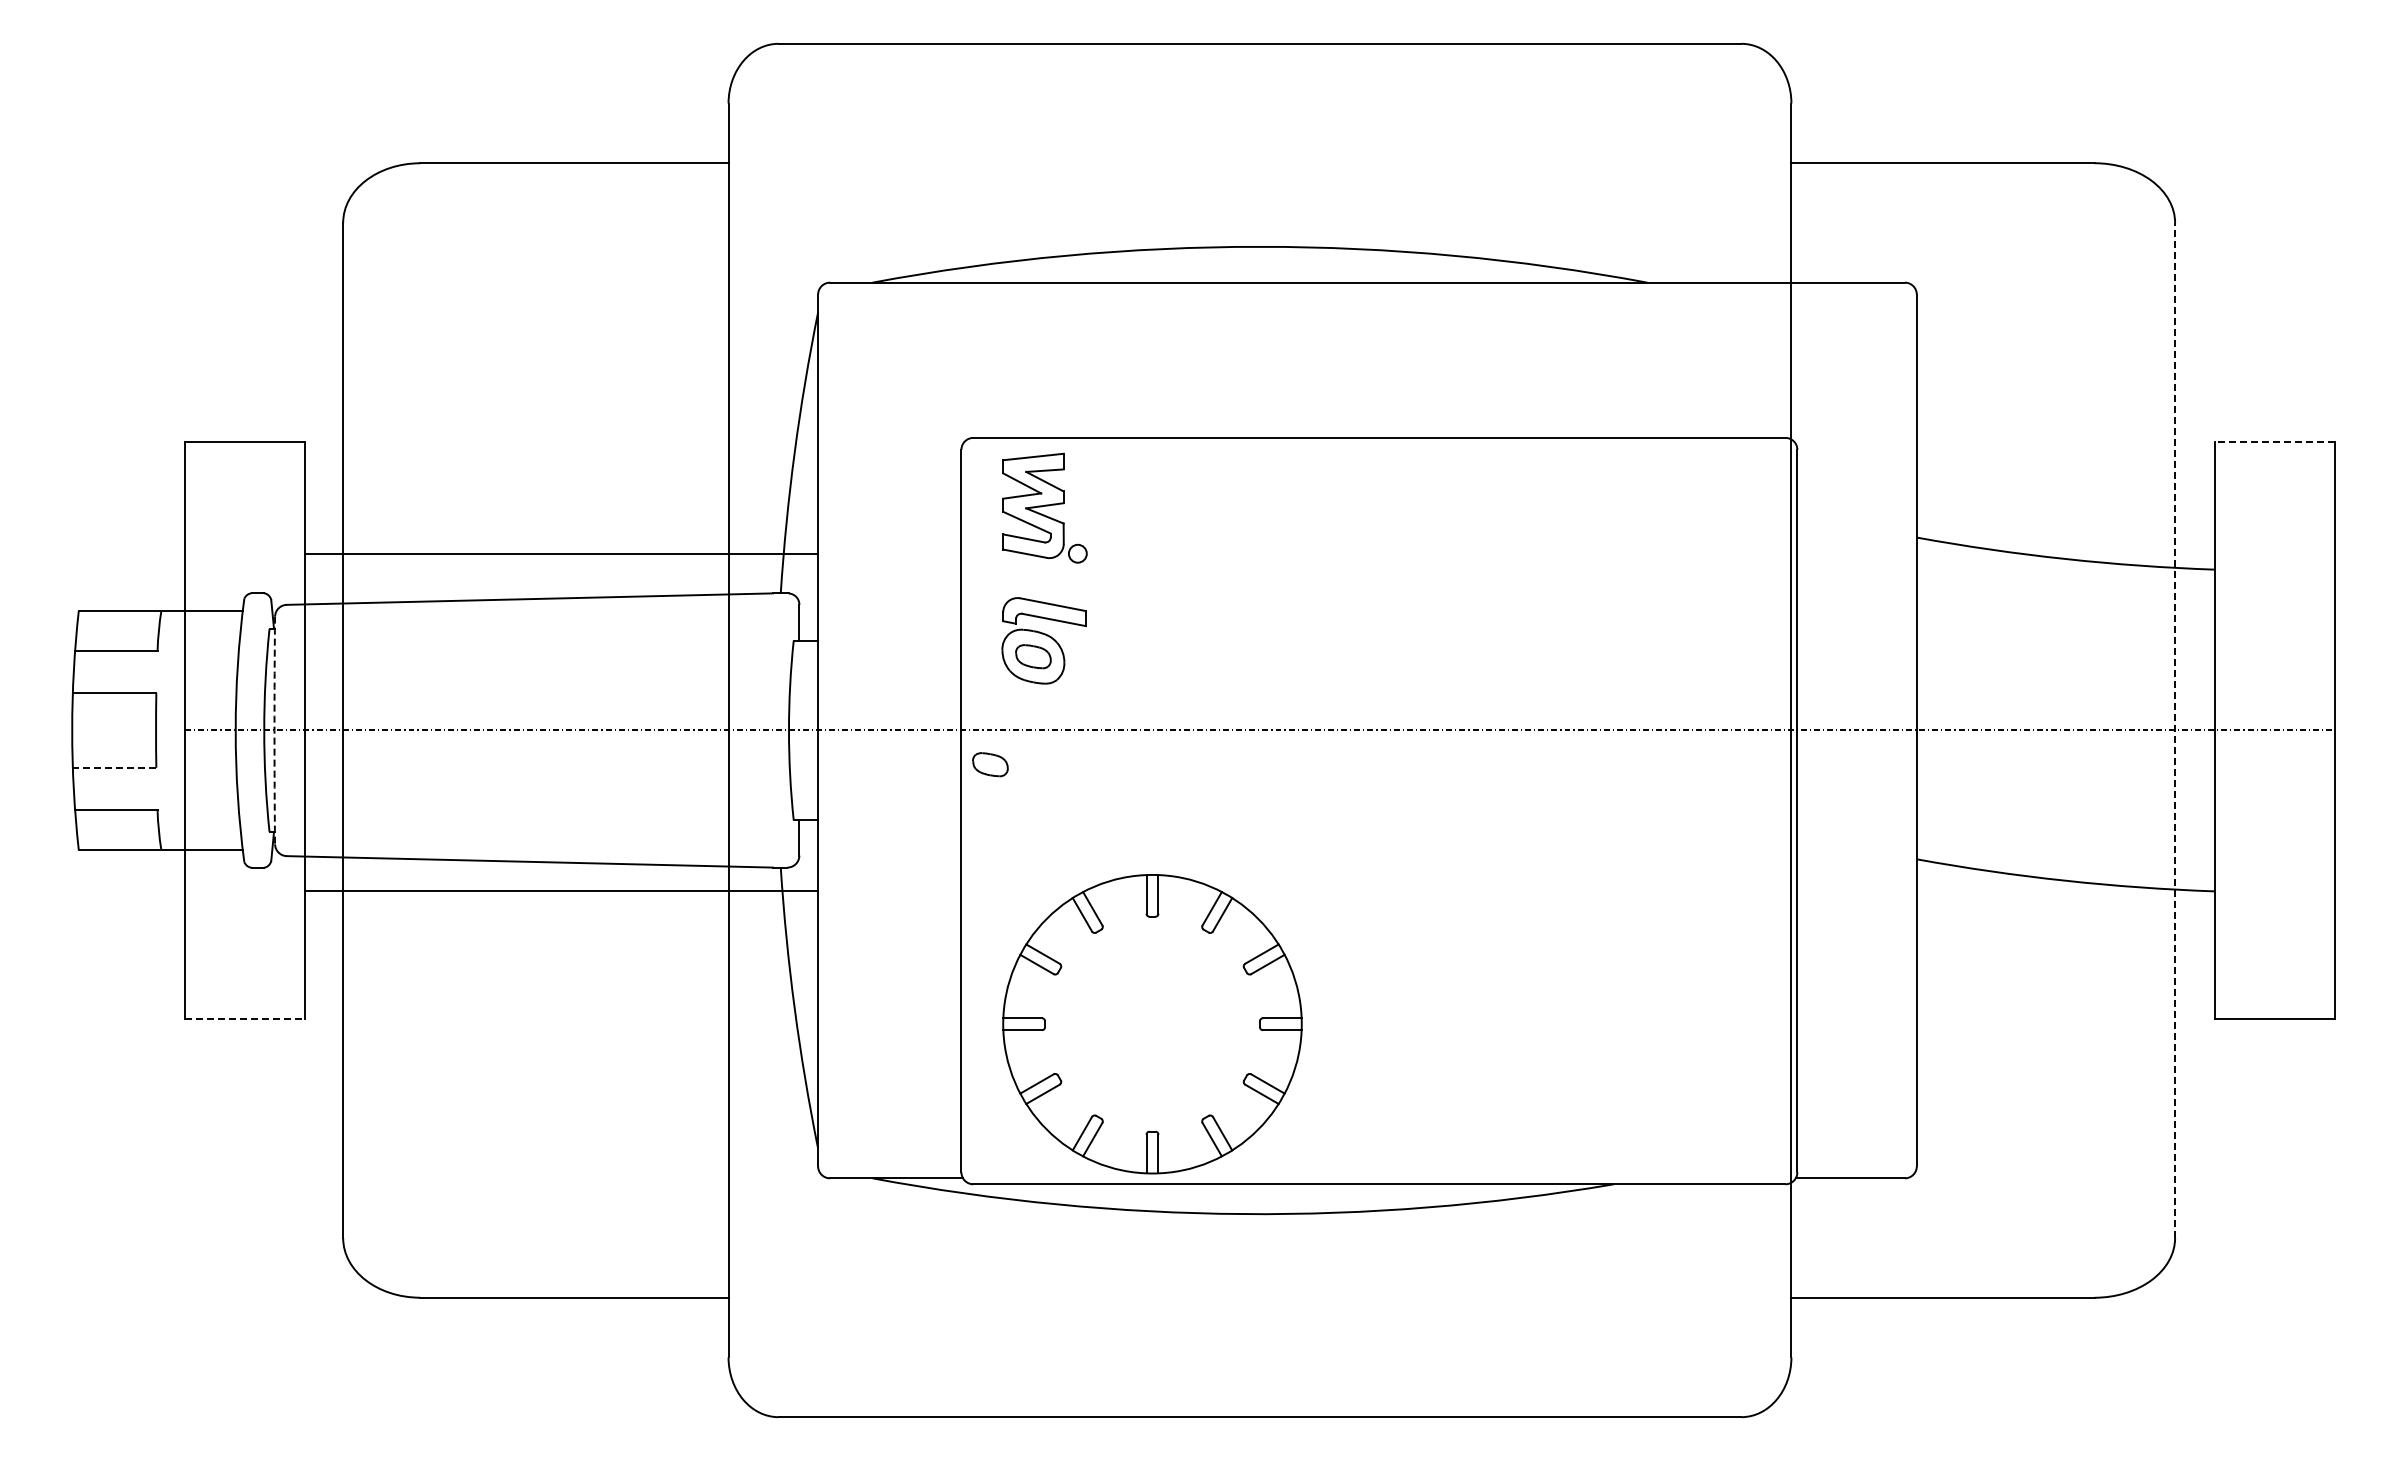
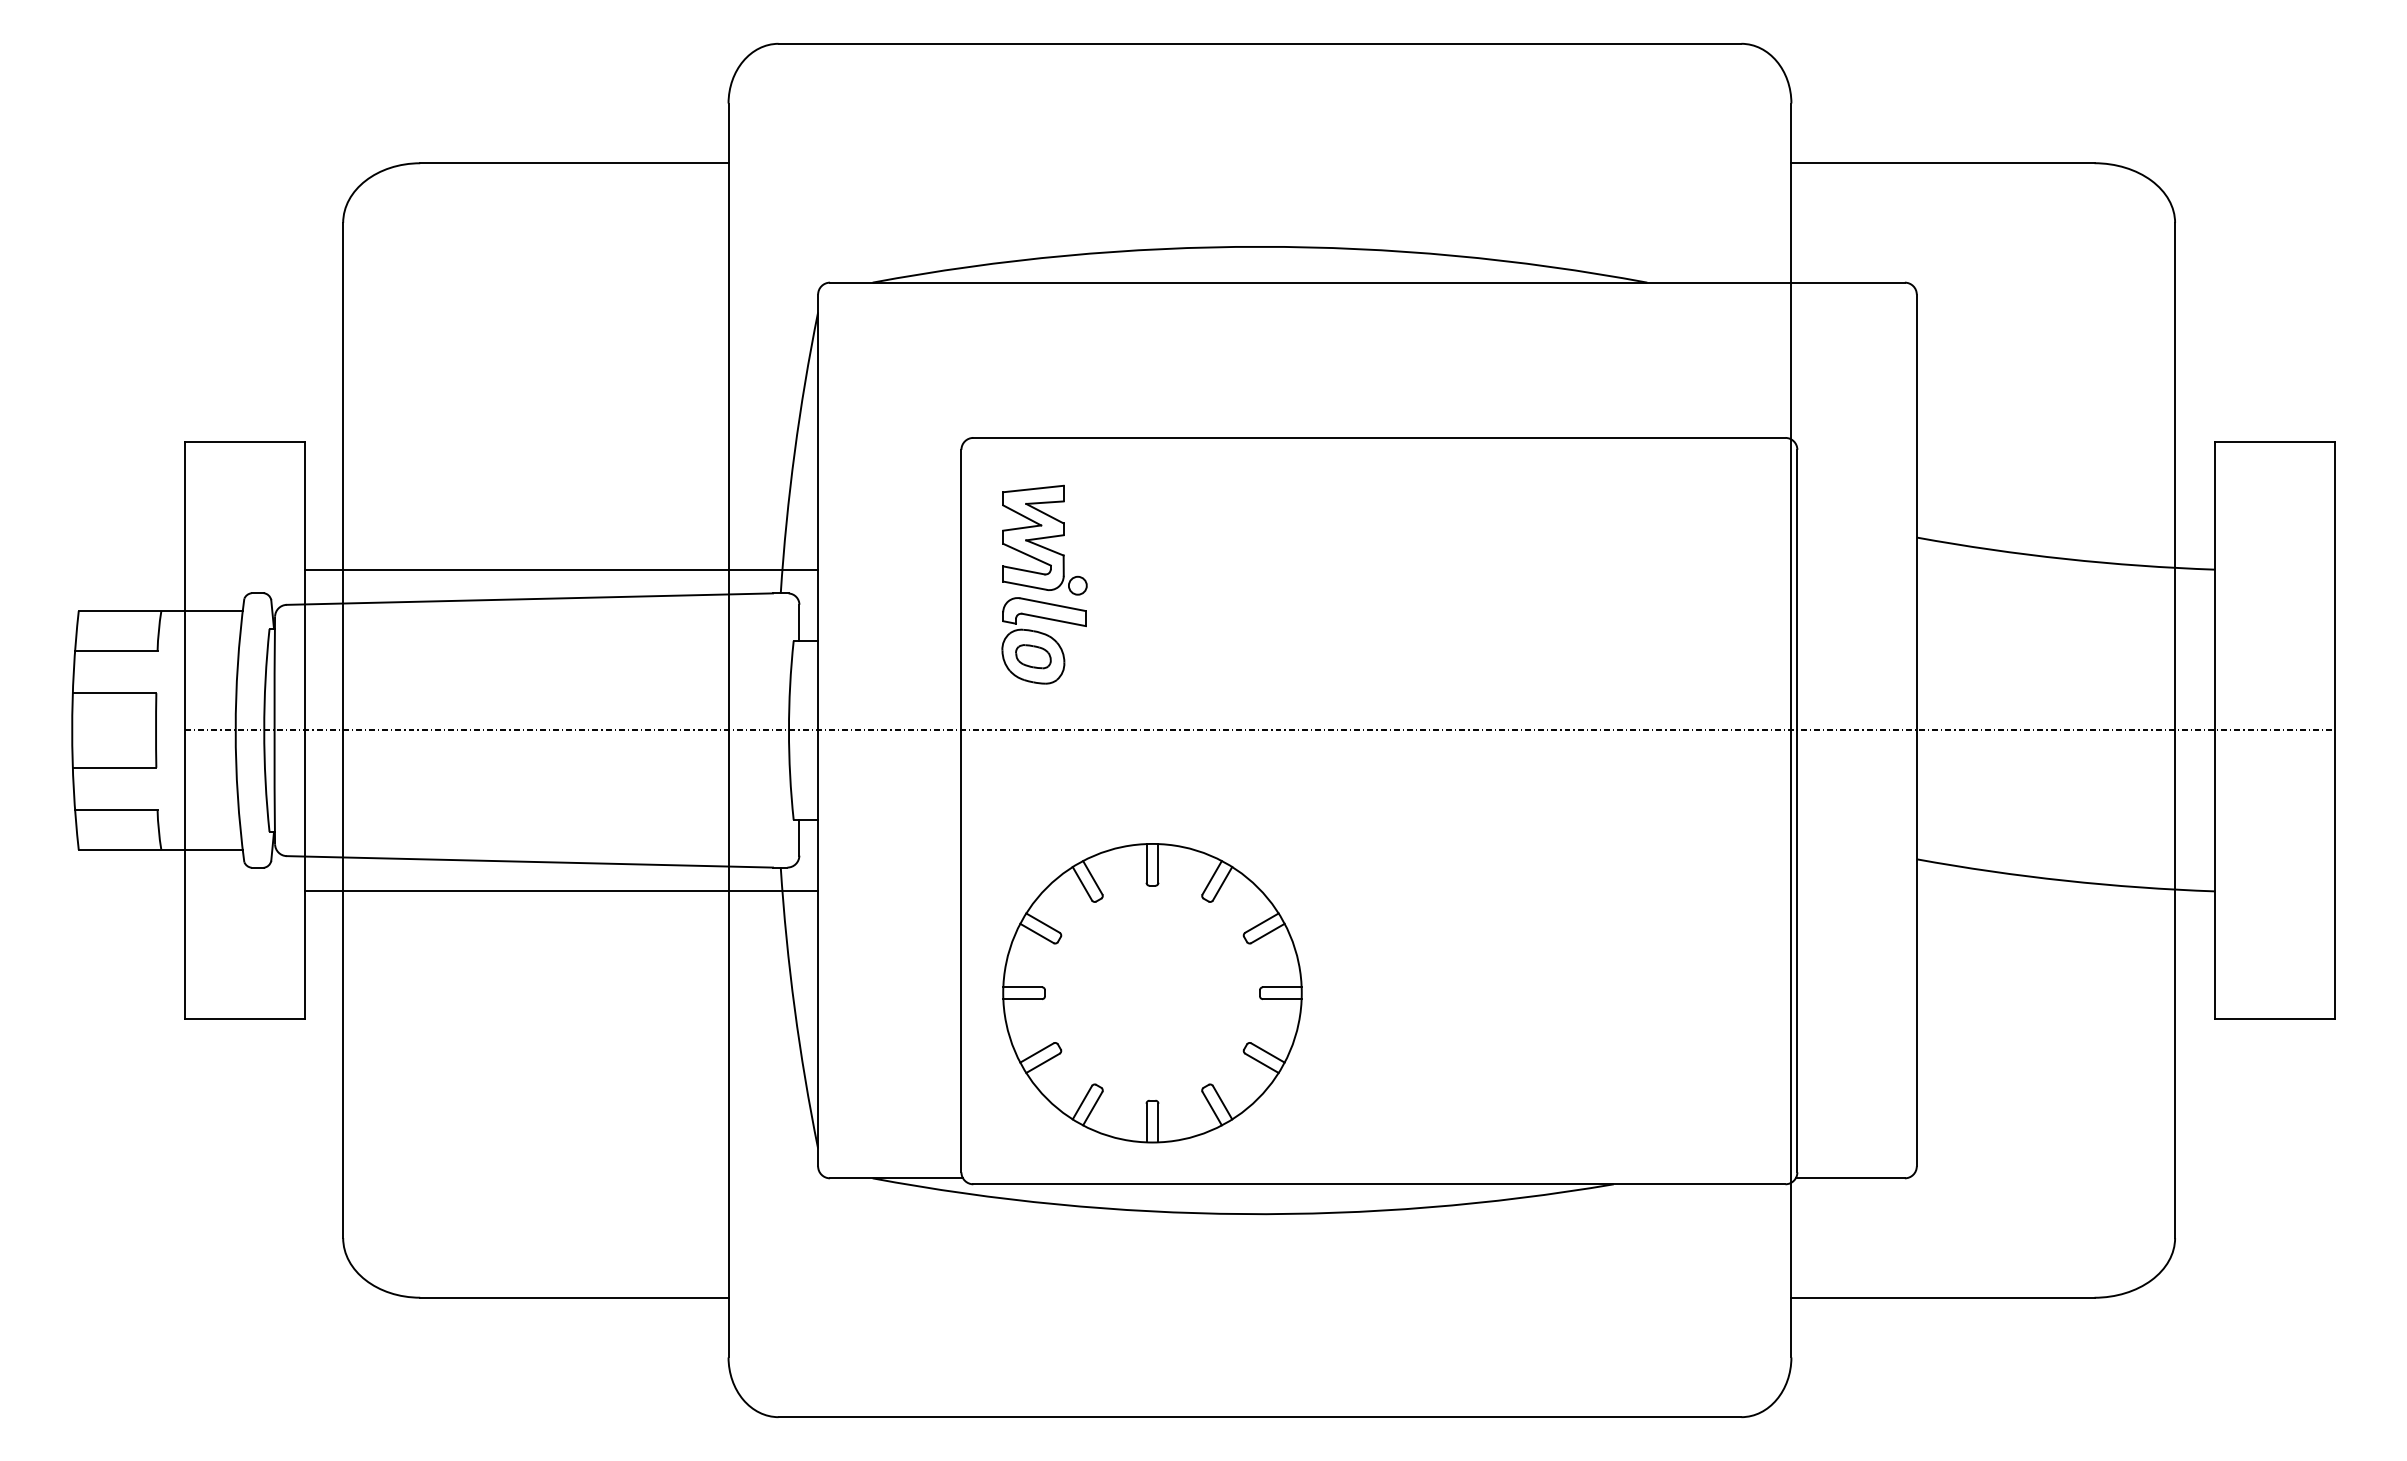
line at (2275, 442): dashed -> solid
part at (1044, 507) position: (1044, 507) -> (1044, 539)
line at (561, 553) position: (561, 553) -> (561, 569)
arc at (274, 730): dashed -> solid
line at (2175, 730): dashed -> solid
part at (990, 764): present -> none
line at (114, 767): dashed -> solid
line at (244, 1018): dashed -> solid
part at (1152, 1024) position: (1152, 1024) -> (1152, 993)
